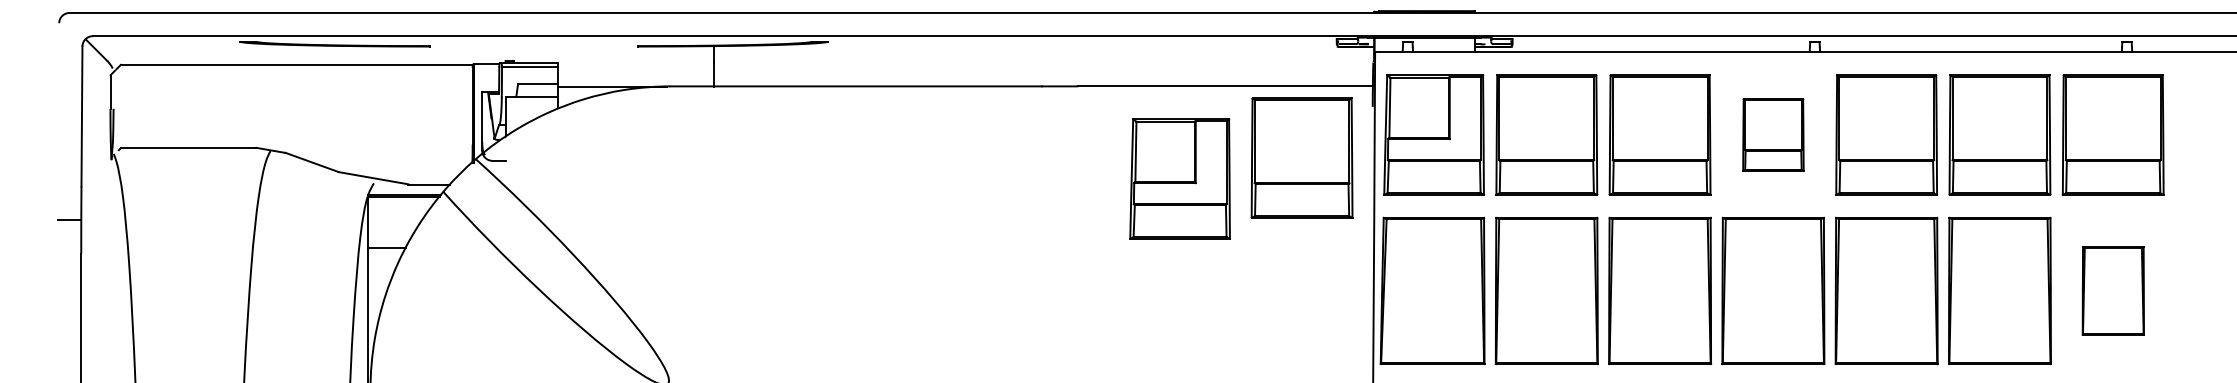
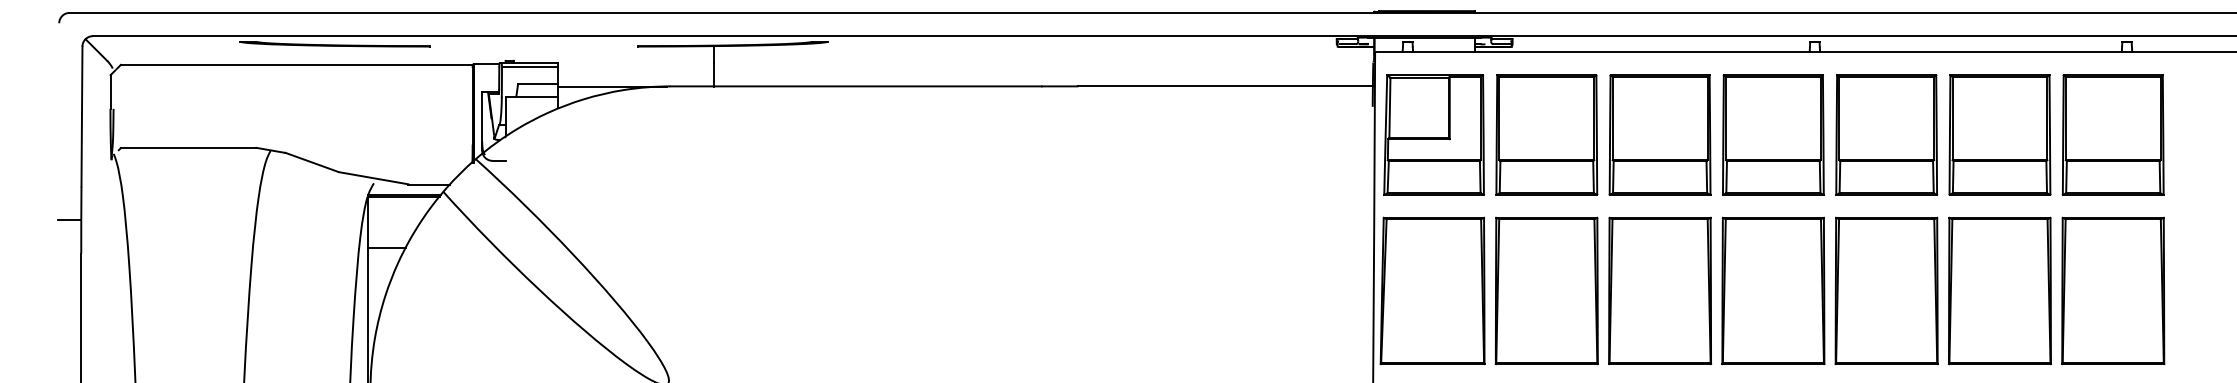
part at (1773, 134) size: 63x74 px -> 103x122 px
part at (1301, 157): present -> none
part at (1179, 178): present -> none
part at (2112, 290) size: 64x90 px -> 105x150 px
